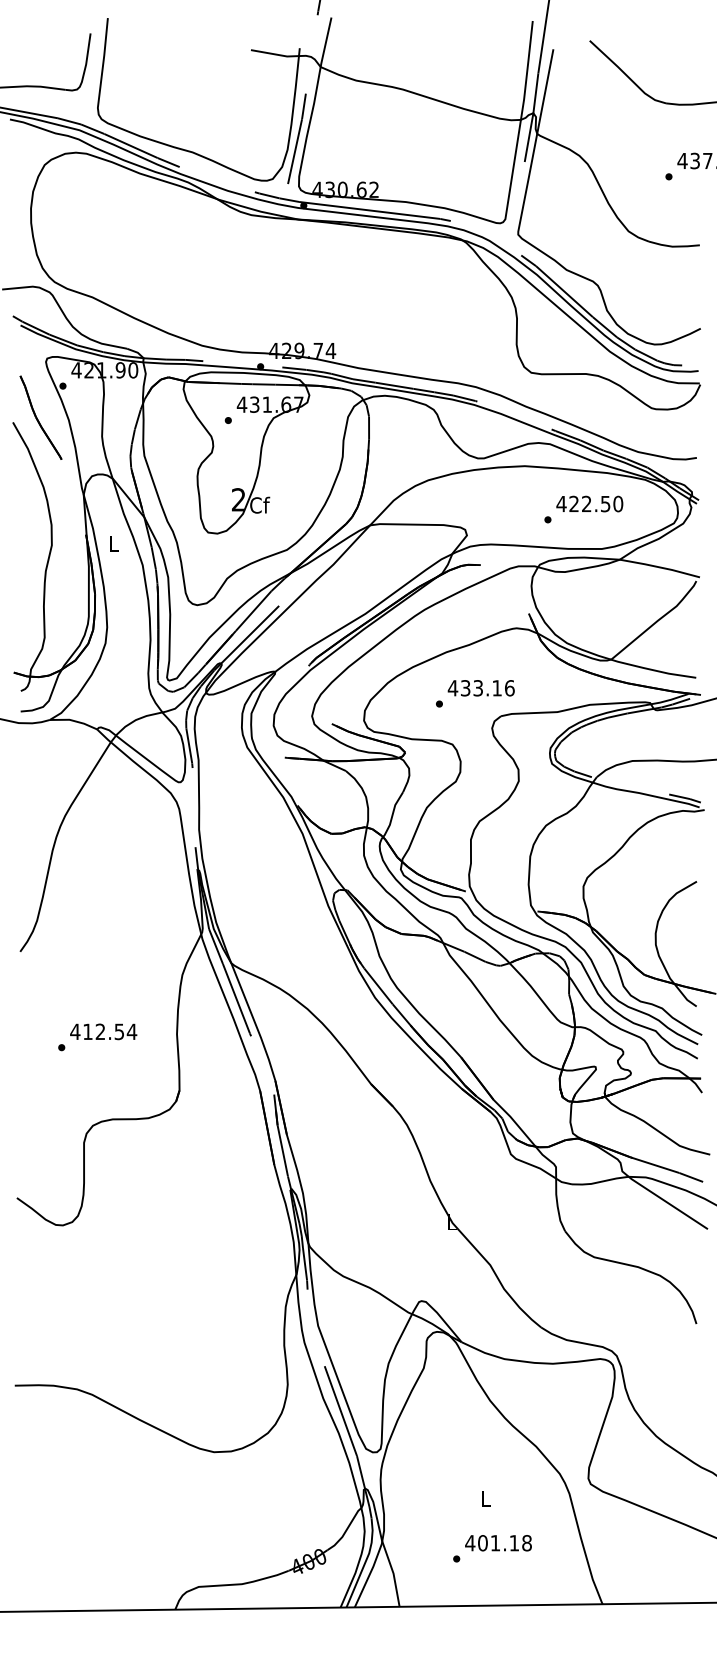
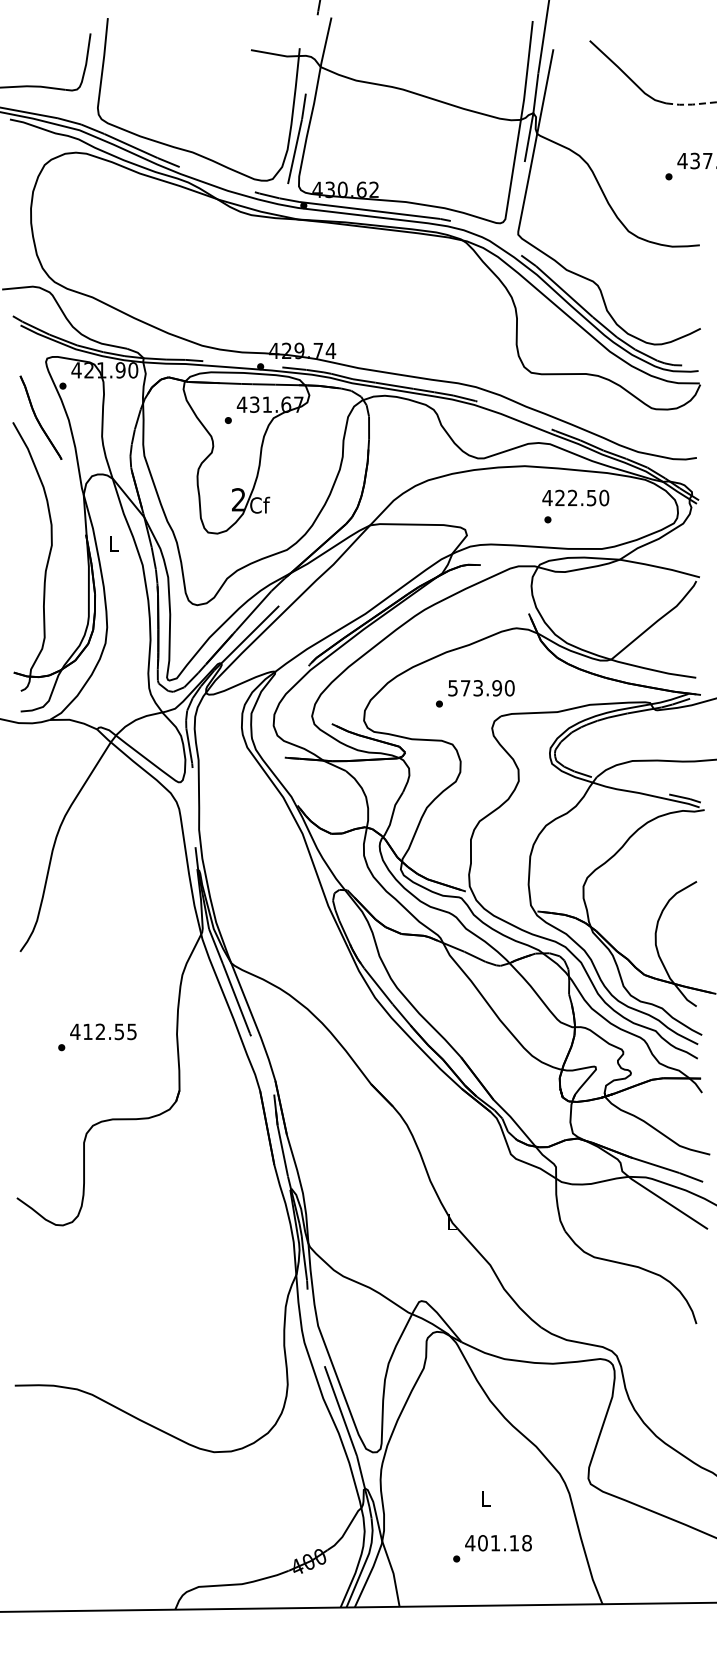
line at (691, 104): solid -> dashed
text at (589, 503) position: (589, 503) -> (575, 497)
text at (480, 688): 433.16 -> 573.90
text at (131, 1031): 412.54 -> 412.55
